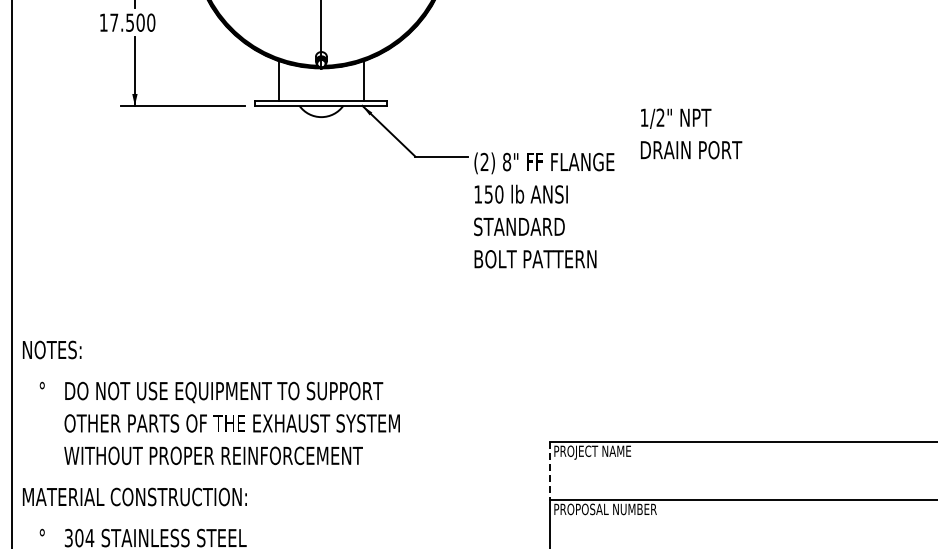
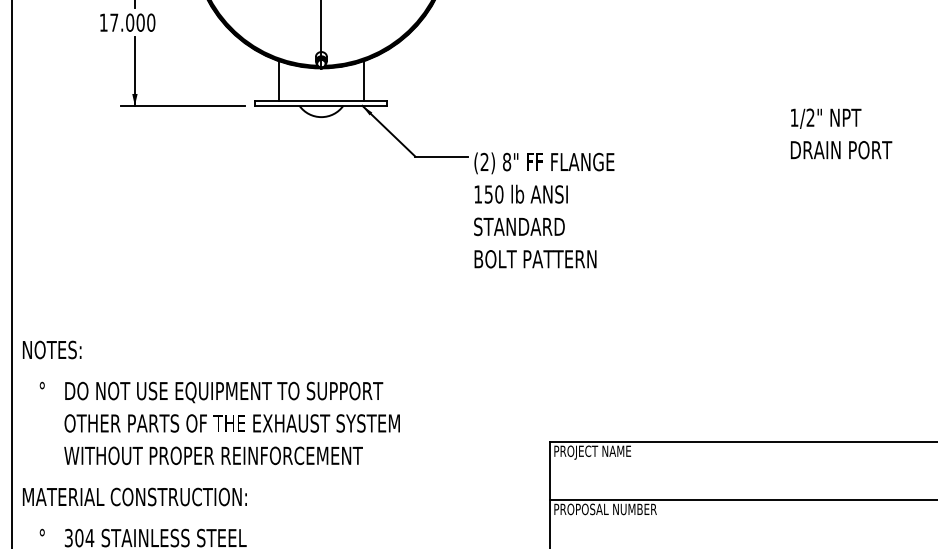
text at (130, 22): 17.500 -> 17.000
text at (691, 133) position: (691, 133) -> (841, 133)
line at (549, 471): dashed -> solid
